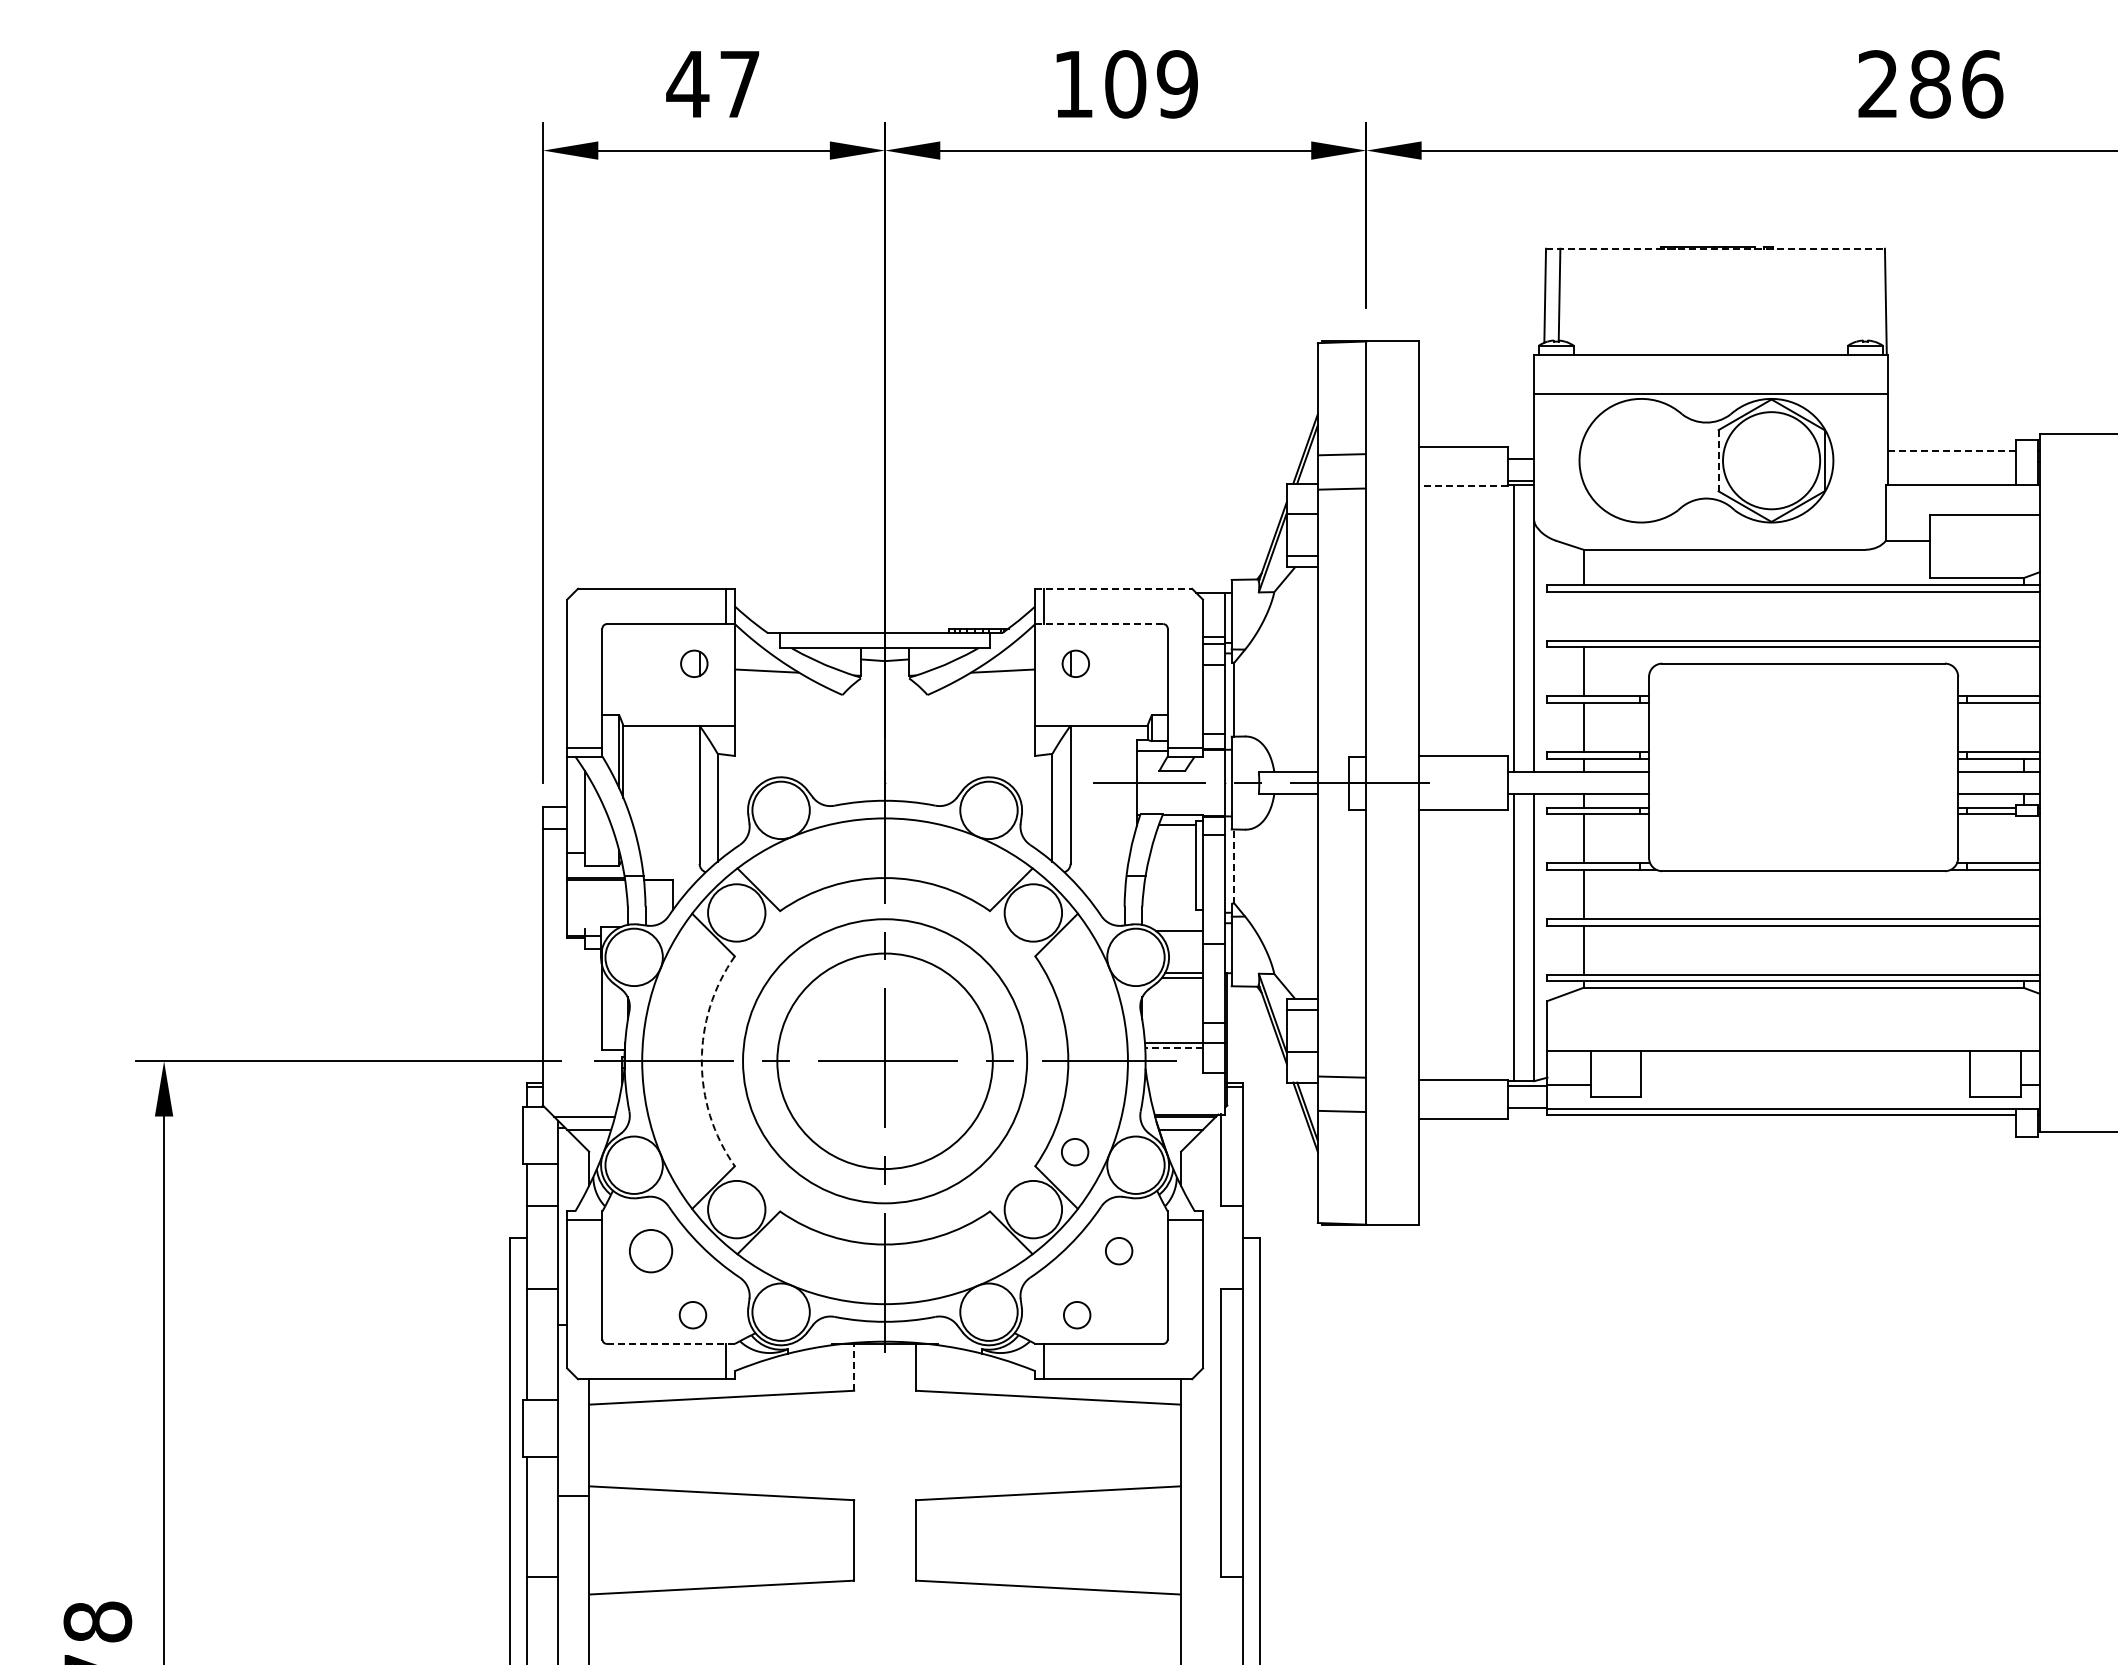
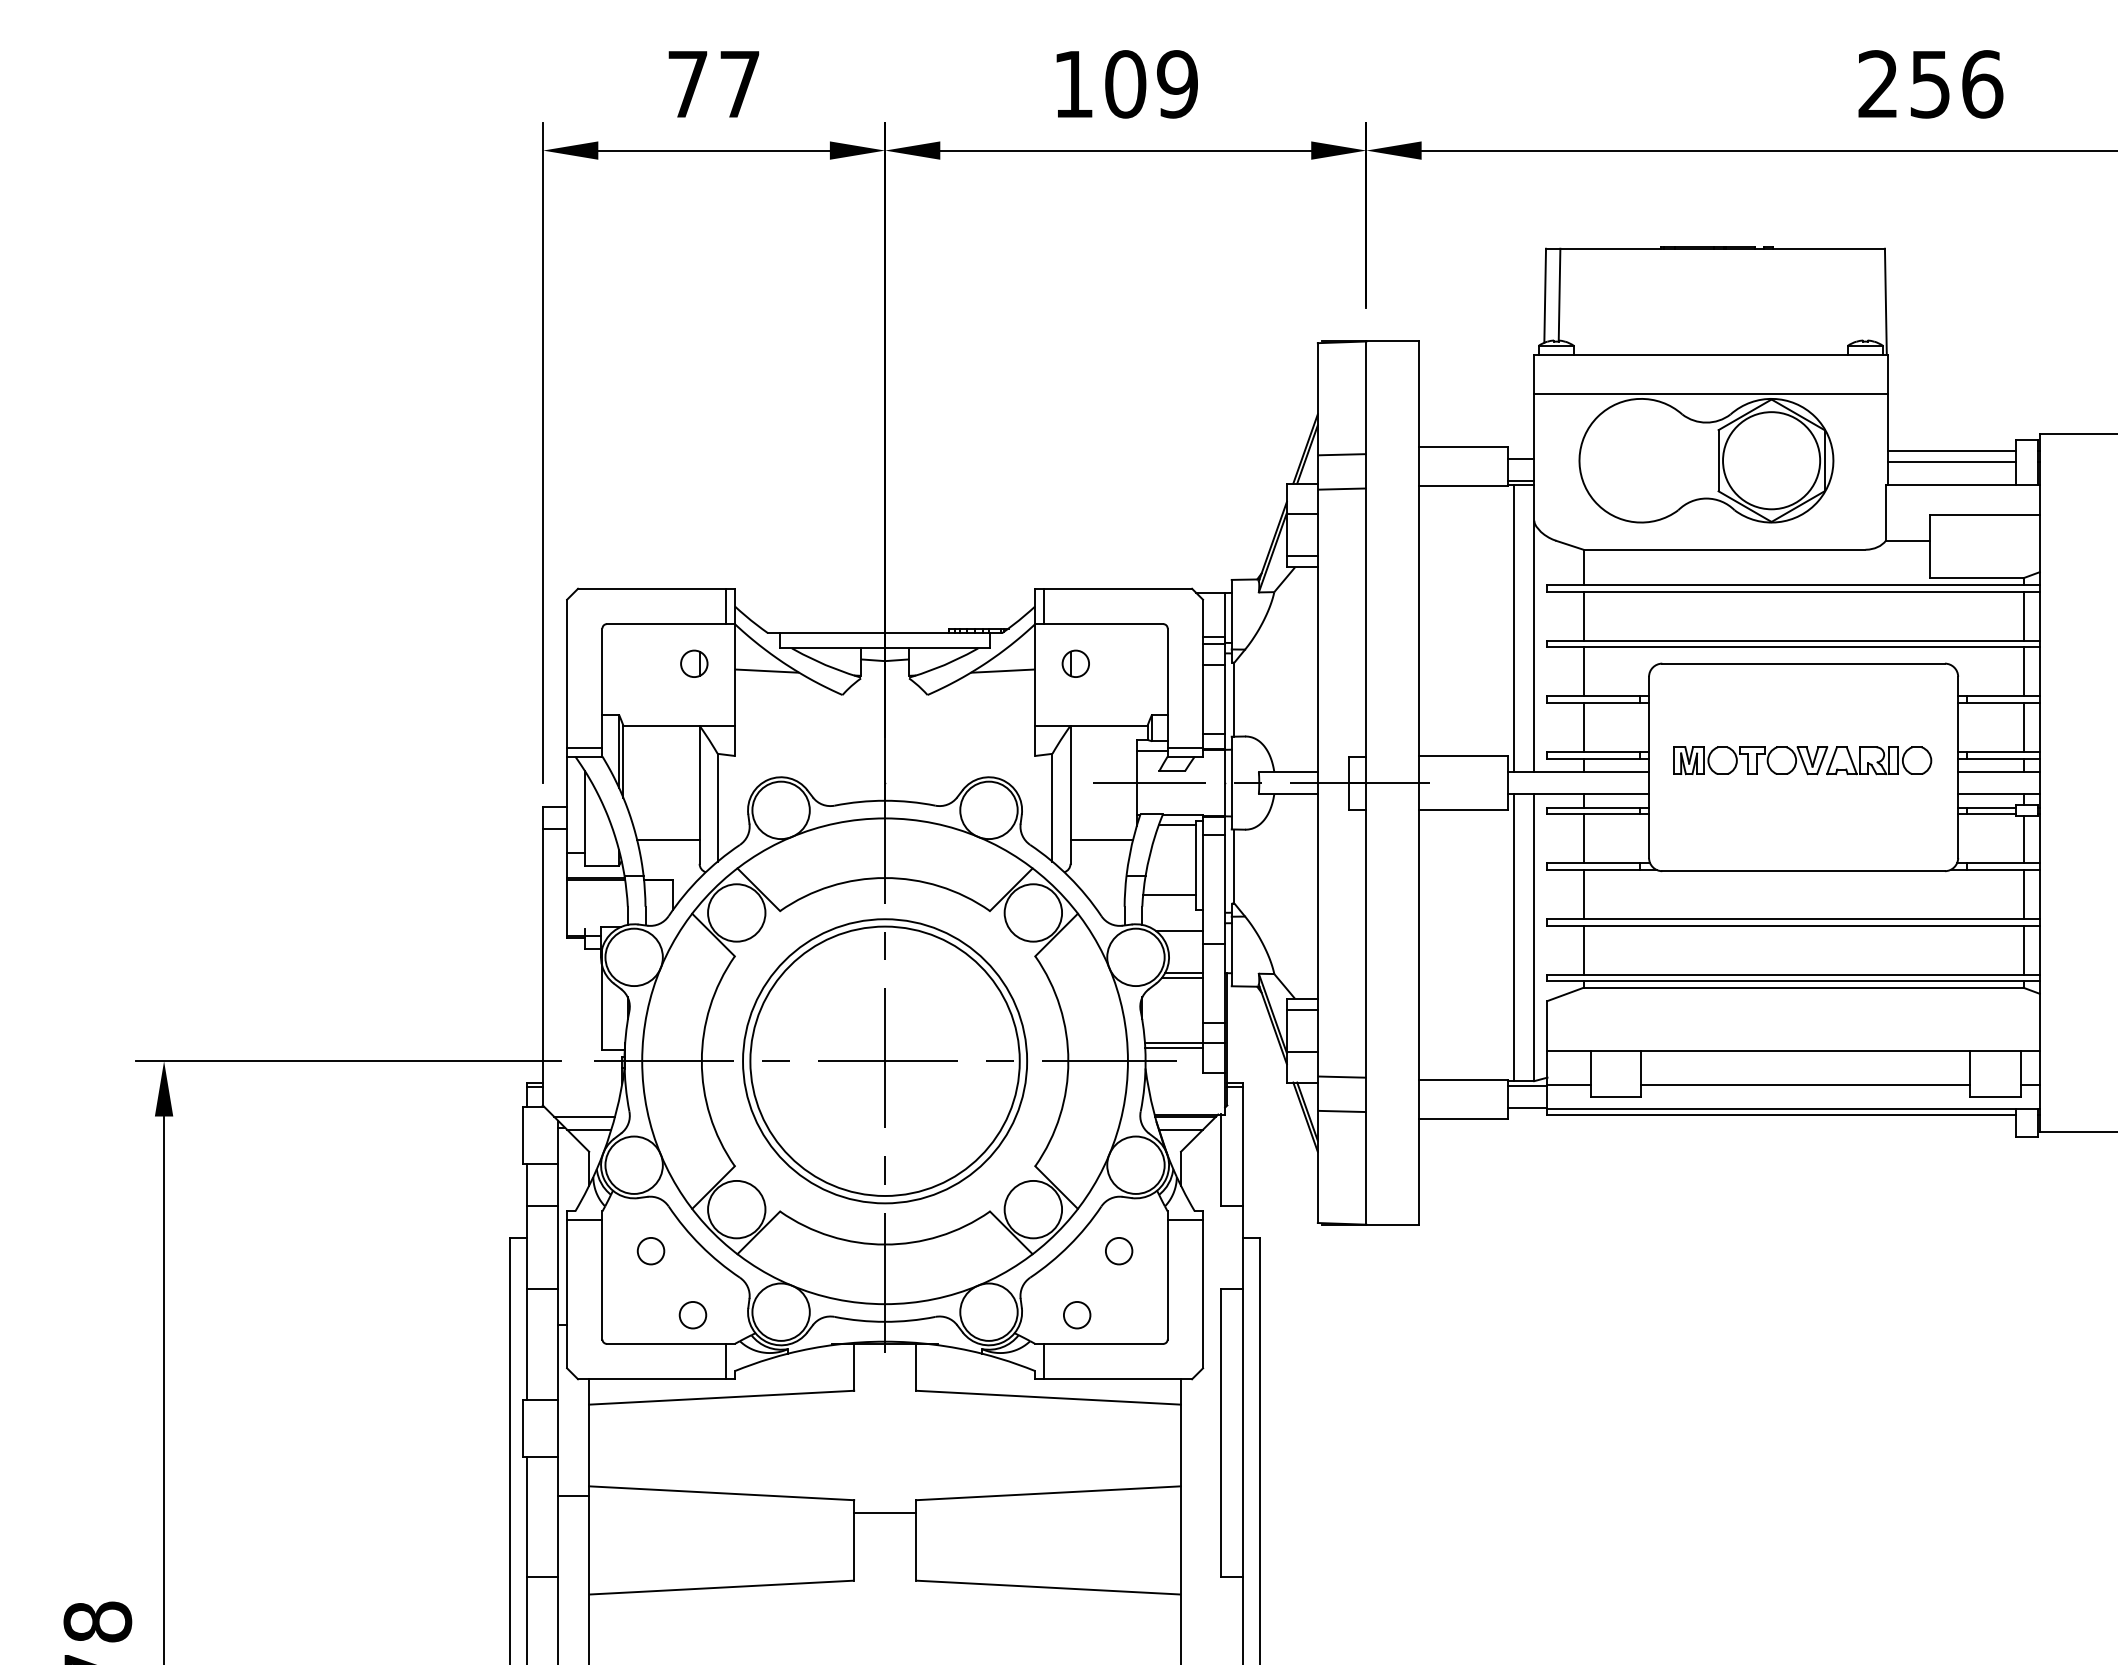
text at (687, 84): 47 -> 77
text at (1930, 84): 286 -> 256
line at (1715, 248): dashed -> solid
line at (1951, 451): dashed -> solid
line at (1718, 460): dashed -> solid
line at (1951, 462): none -> present
line at (1463, 486): dashed -> solid
line at (1114, 588): dashed -> solid
line at (1583, 615): none -> present
line at (2023, 615): none -> present
line at (1098, 624): dashed -> solid
line at (2023, 671): none -> present
line at (2023, 726): none -> present
part at (1802, 760): none -> present
line at (2023, 839): none -> present
line at (668, 840): none -> present
line at (1101, 840): none -> present
line at (1234, 866): dashed -> solid
line at (2023, 893): none -> present
line at (1169, 894): none -> present
line at (2023, 949): none -> present
line at (1174, 1047): dashed -> solid
arc at (701, 1061): dashed -> solid
circle at (884, 1061) diameter: 215 px -> 269 px
line at (1805, 1084): none -> present
circle at (1075, 1152): present -> none
circle at (650, 1250) diameter: 42 px -> 26 px
line at (671, 1343): dashed -> solid
line at (854, 1366): dashed -> solid
line at (885, 1512): none -> present
